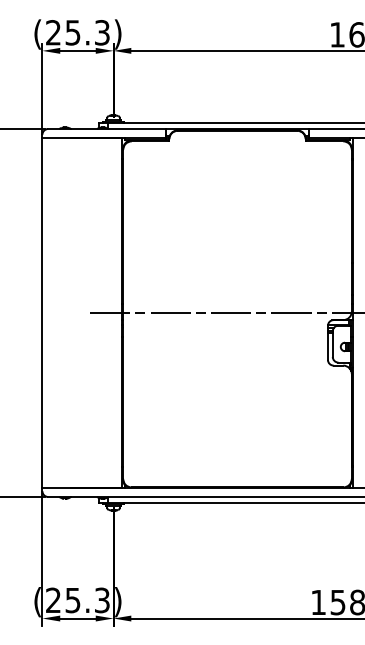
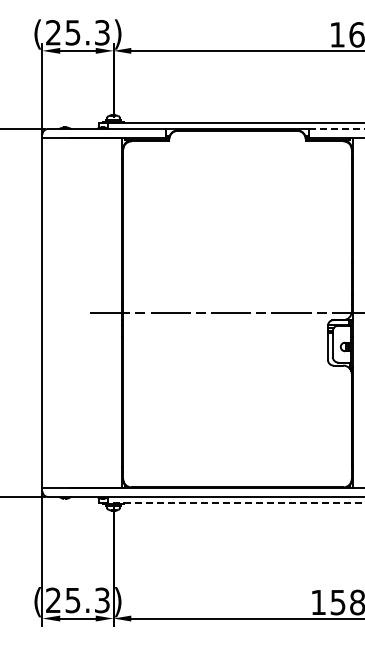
line at (336, 129): solid -> dashed
line at (235, 502): solid -> dashed
